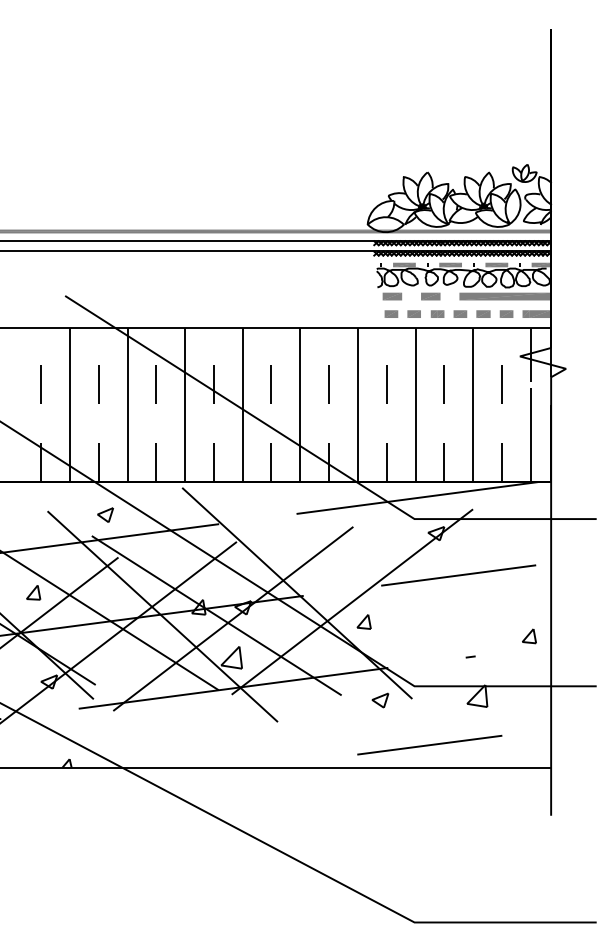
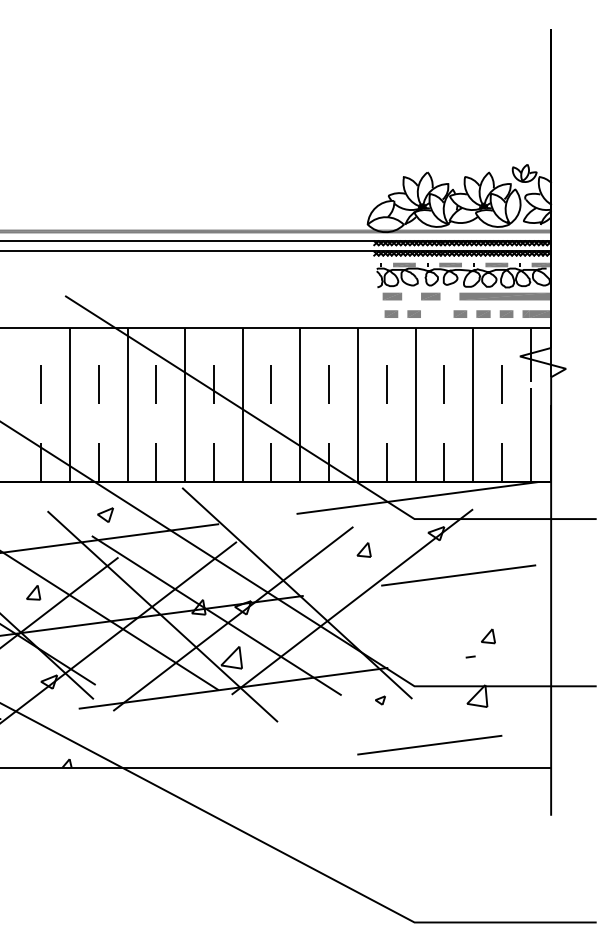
part at (437, 313): present -> none
part at (363, 621) position: (363, 621) -> (363, 549)
part at (529, 636) position: (529, 636) -> (488, 636)
part at (380, 700) size: 19x17 px -> 11x11 px
